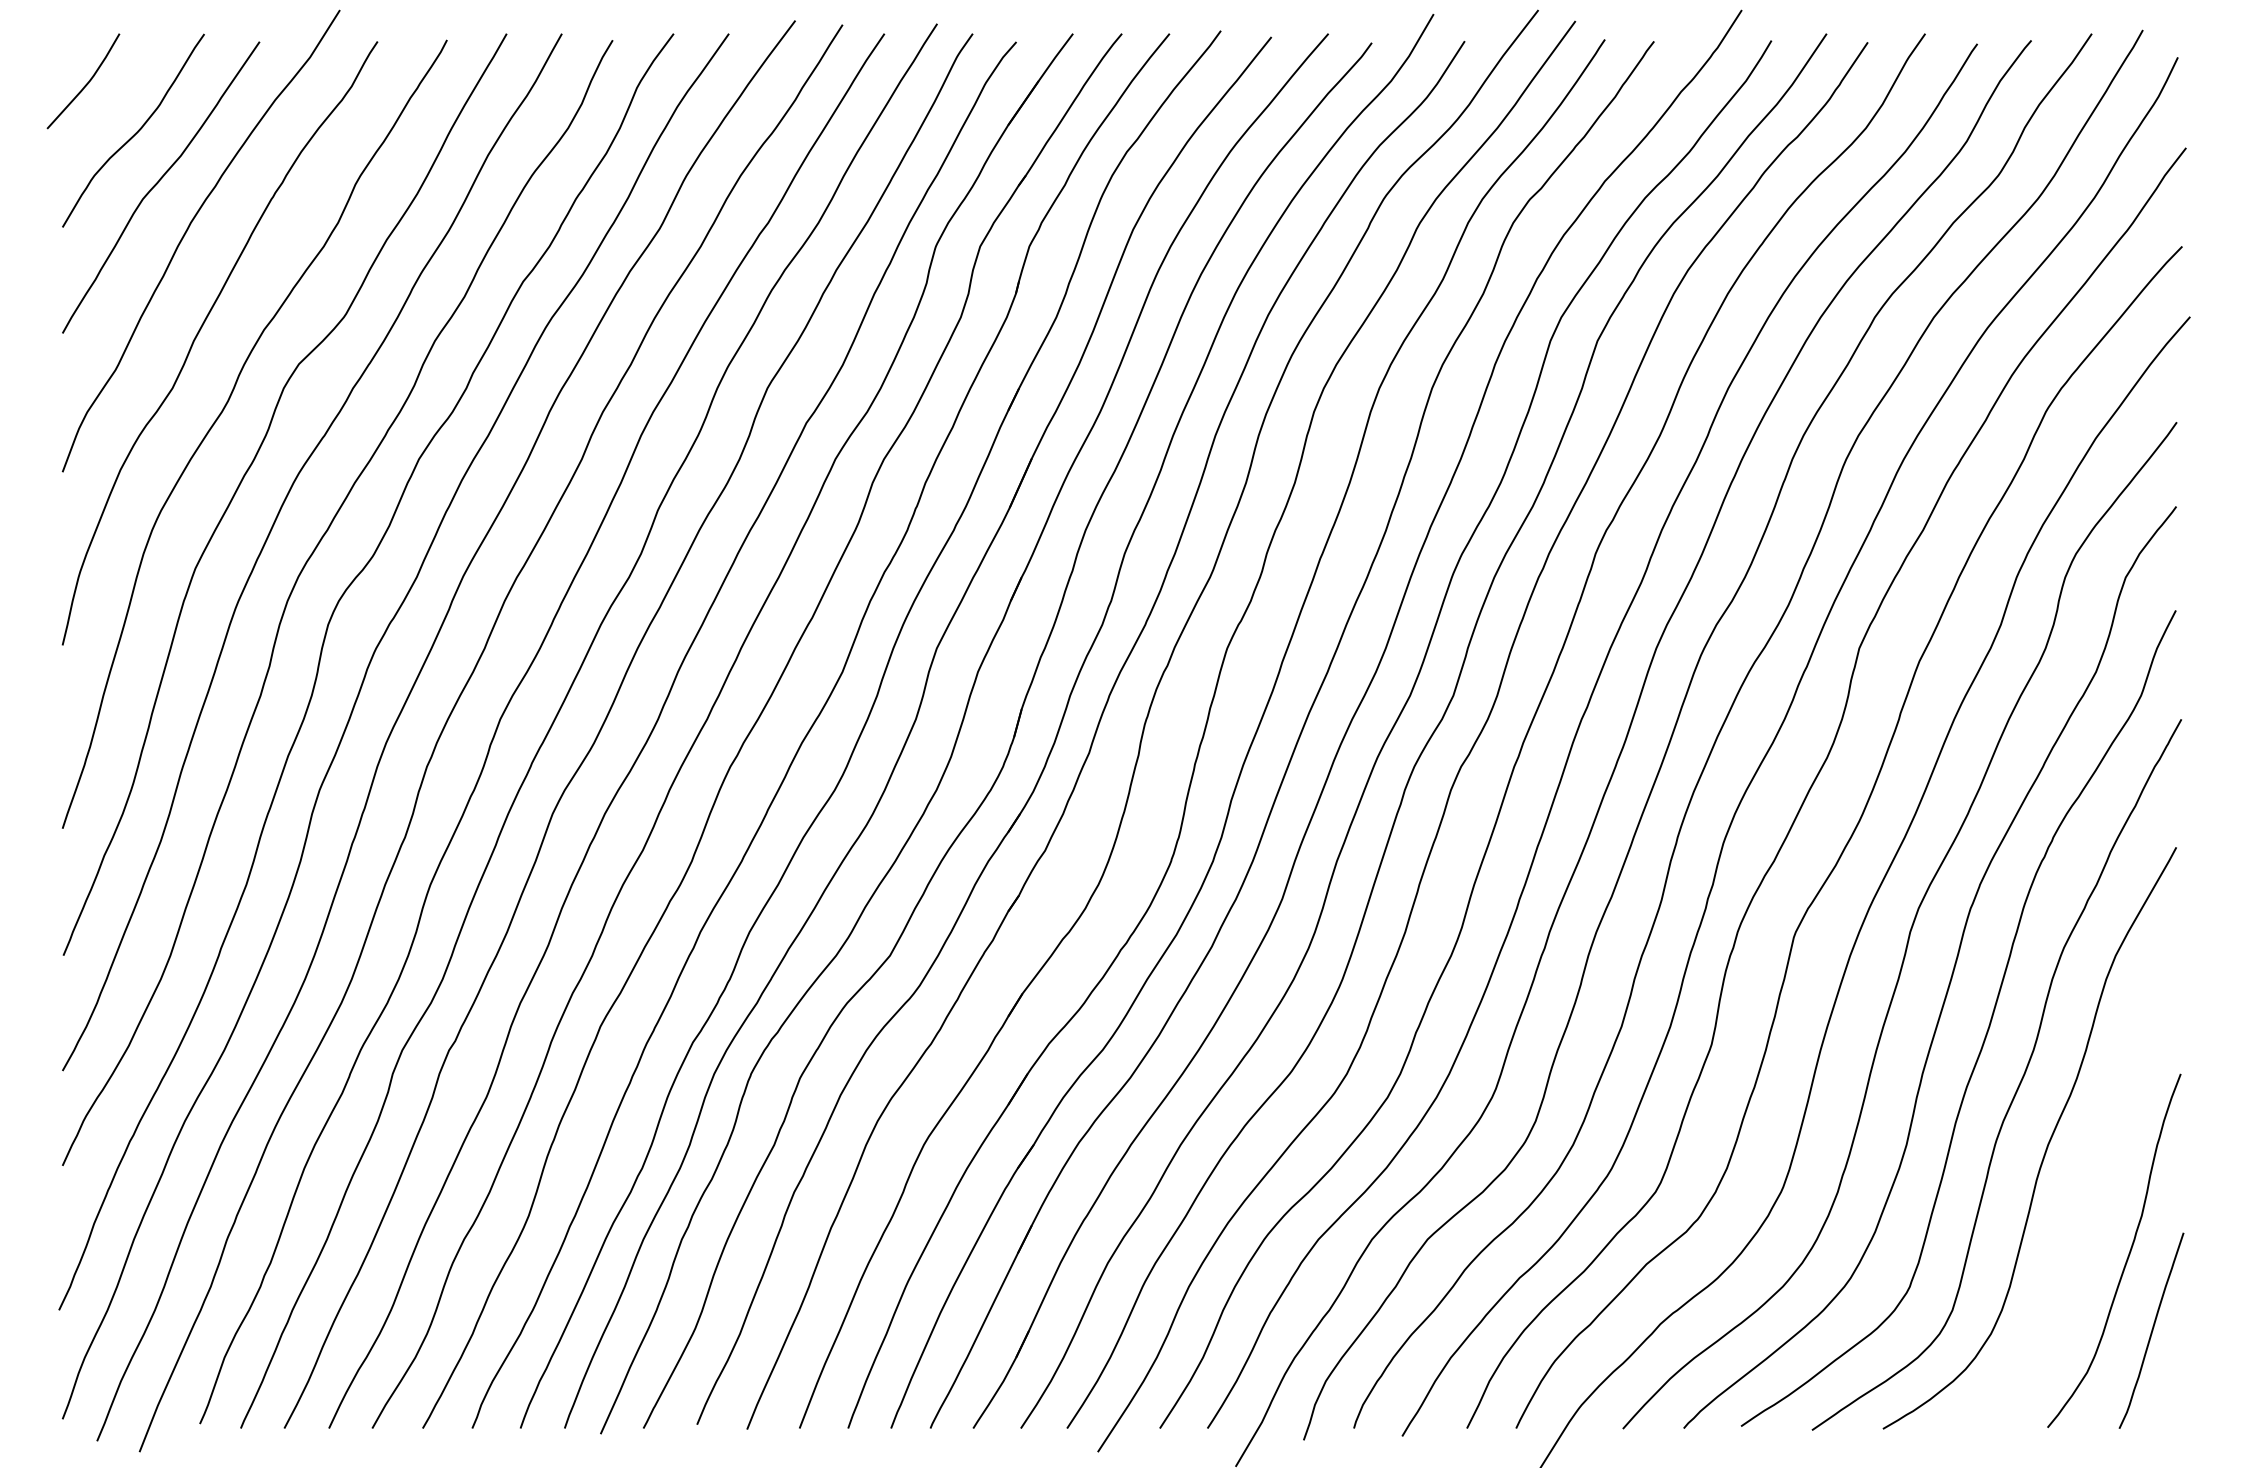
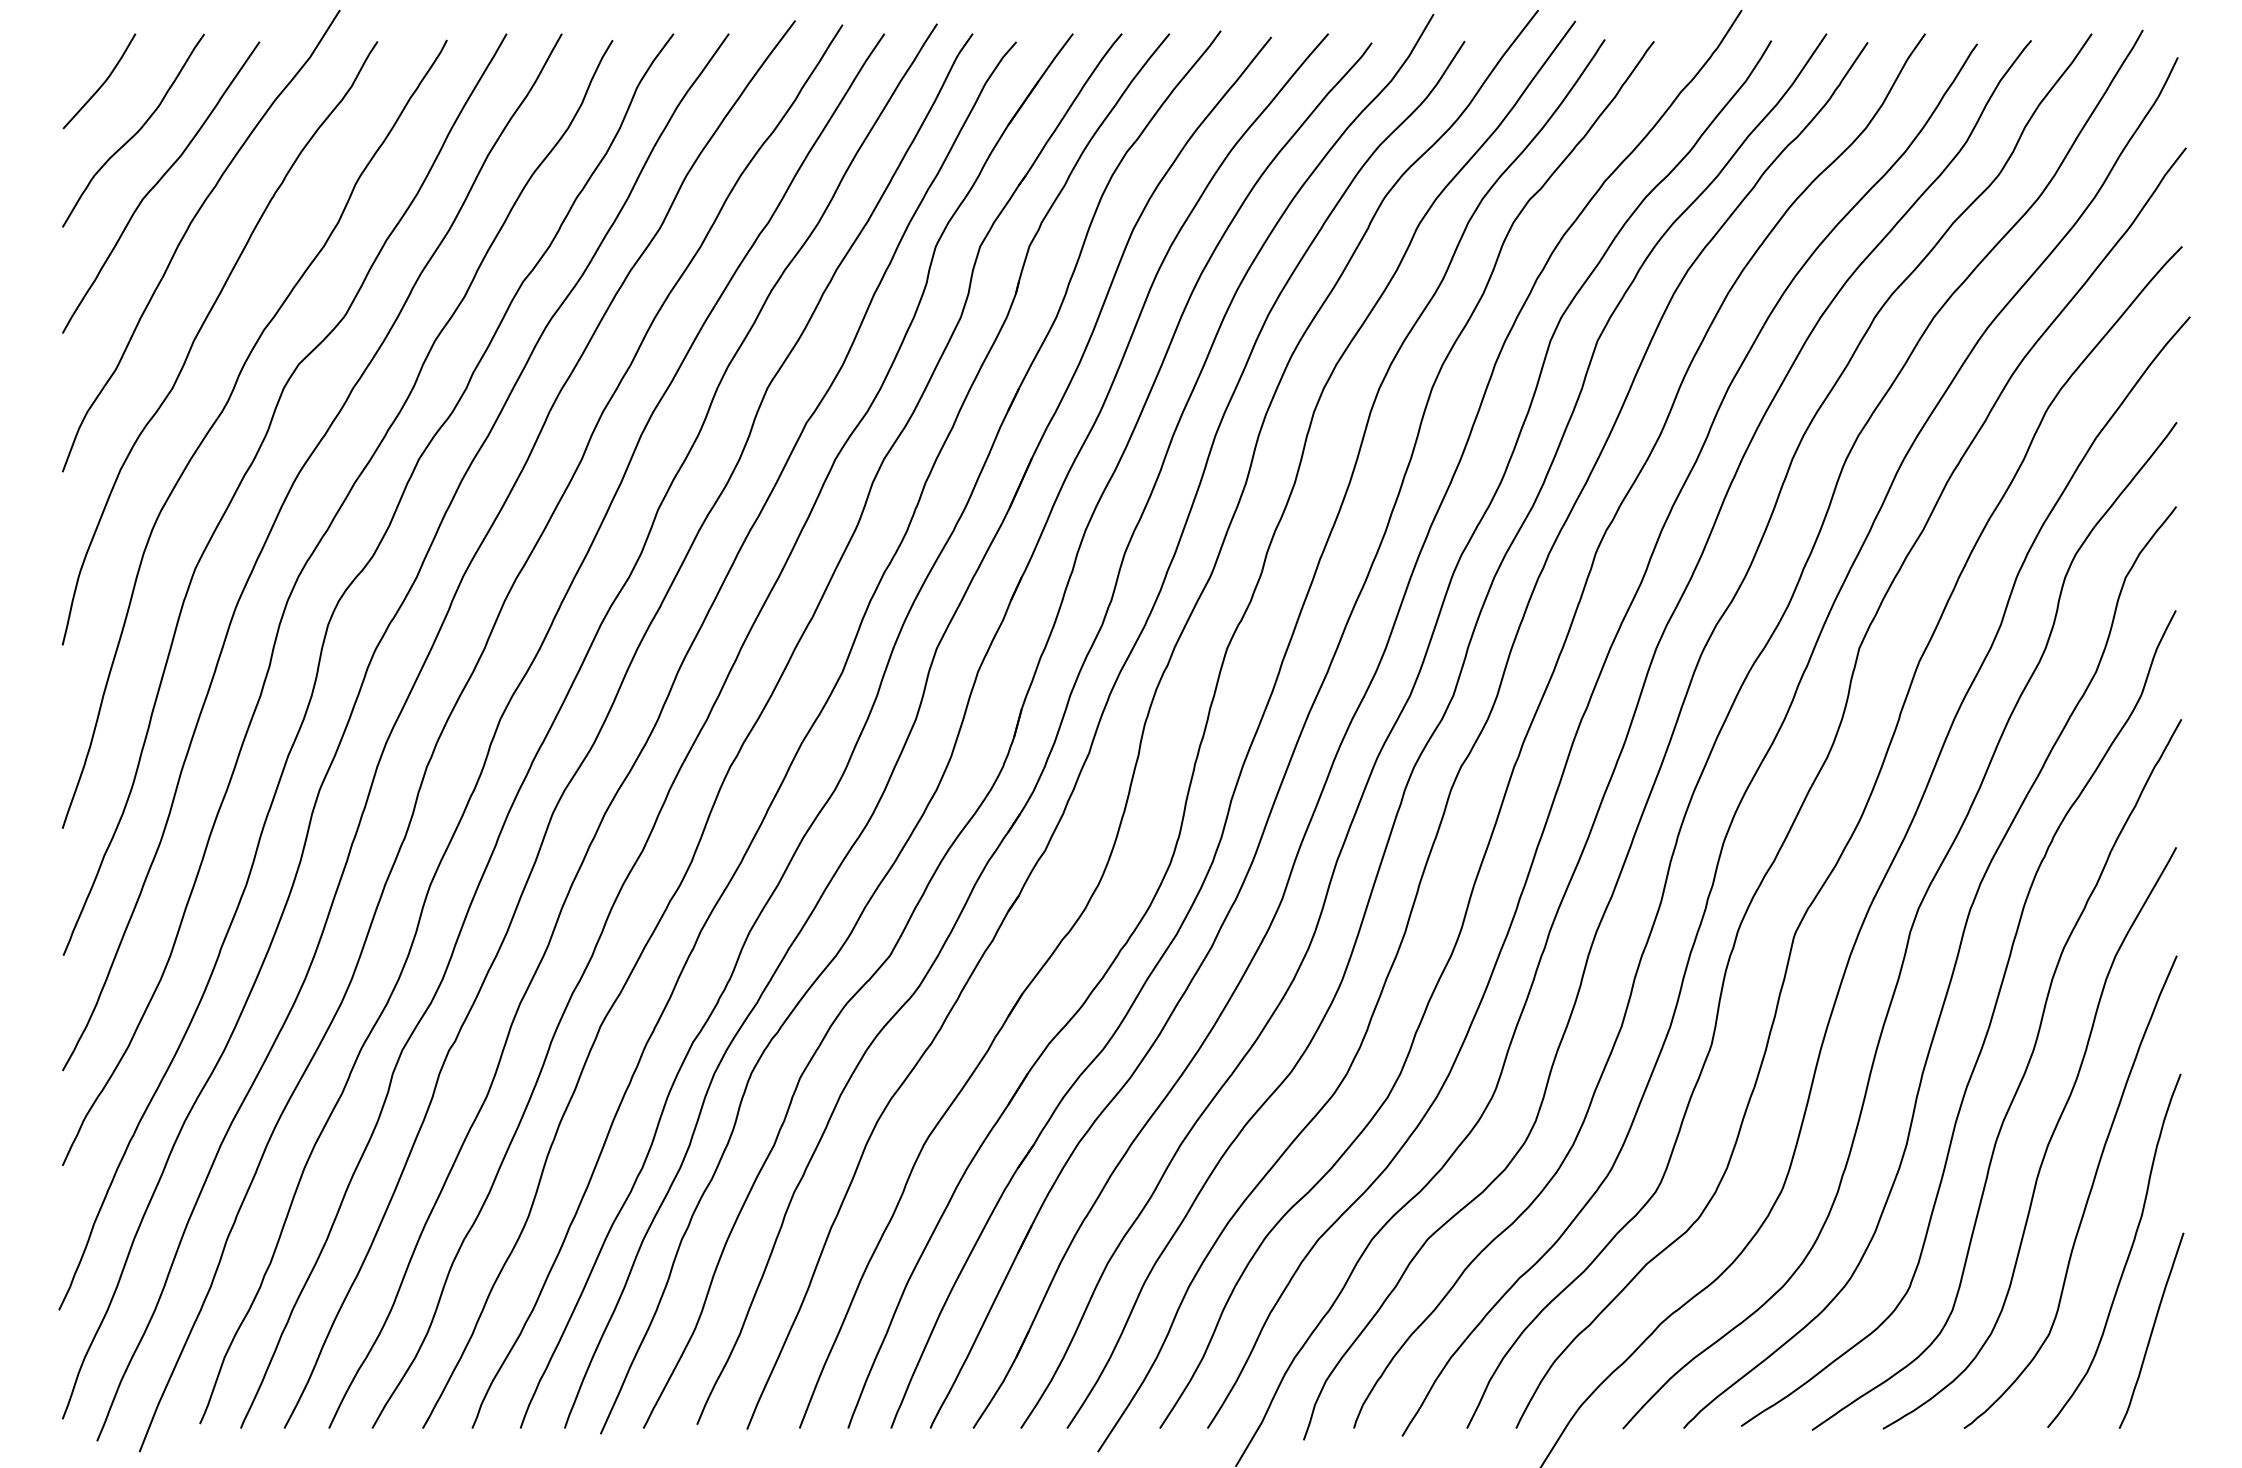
curve at (86, 83) position: (86, 83) -> (102, 83)
curve at (2087, 1197): none -> present
